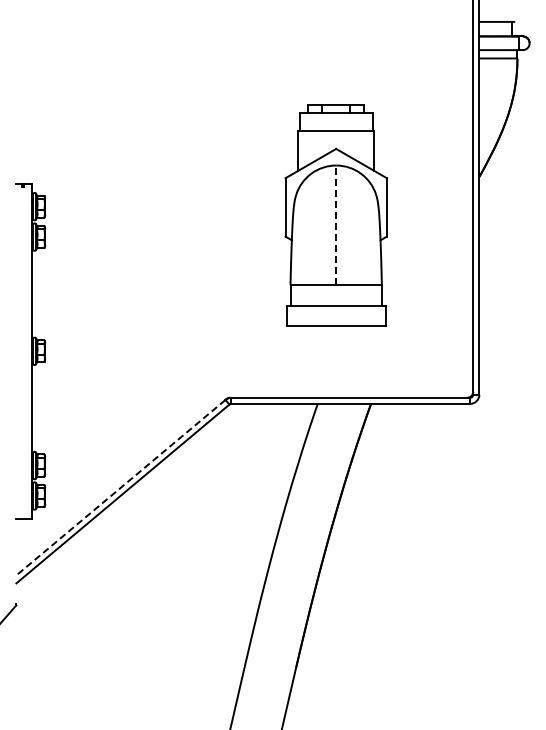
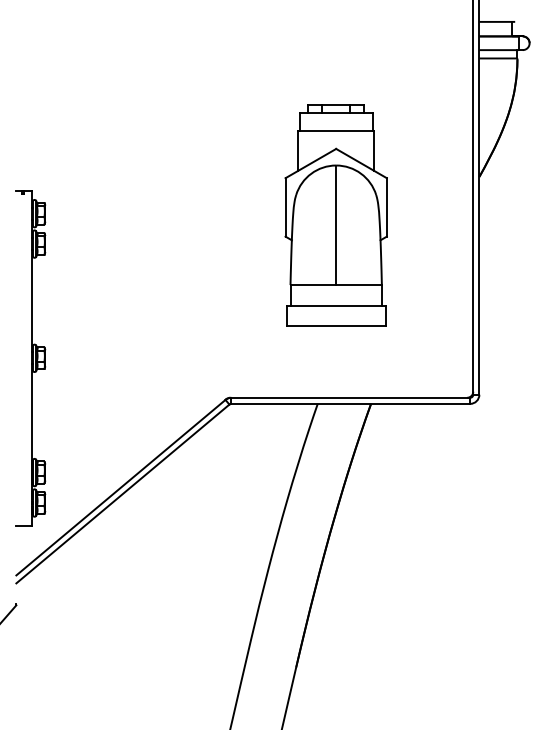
line at (336, 225): dashed -> solid
part at (30, 351) position: (30, 351) -> (30, 358)
line at (120, 487): dashed -> solid
